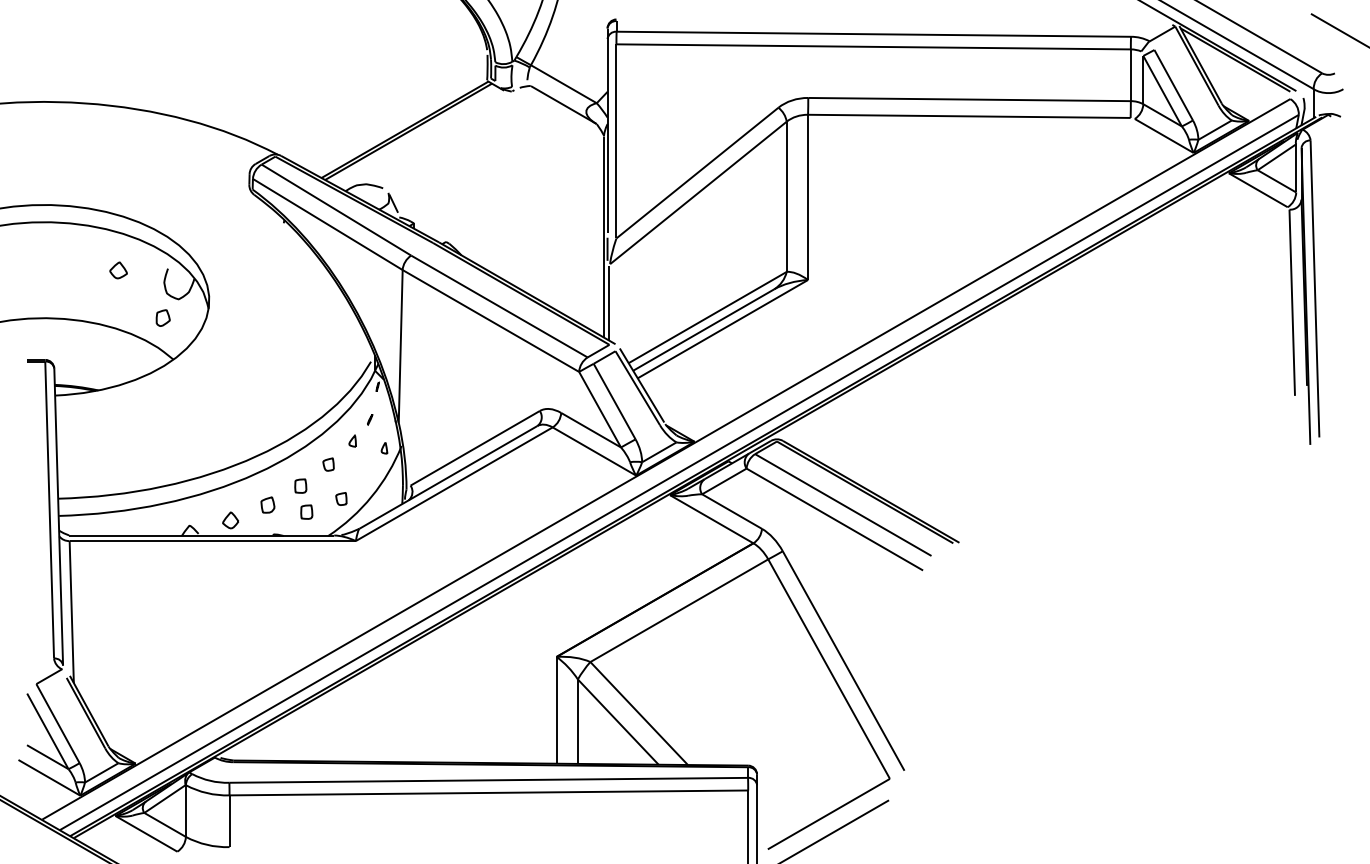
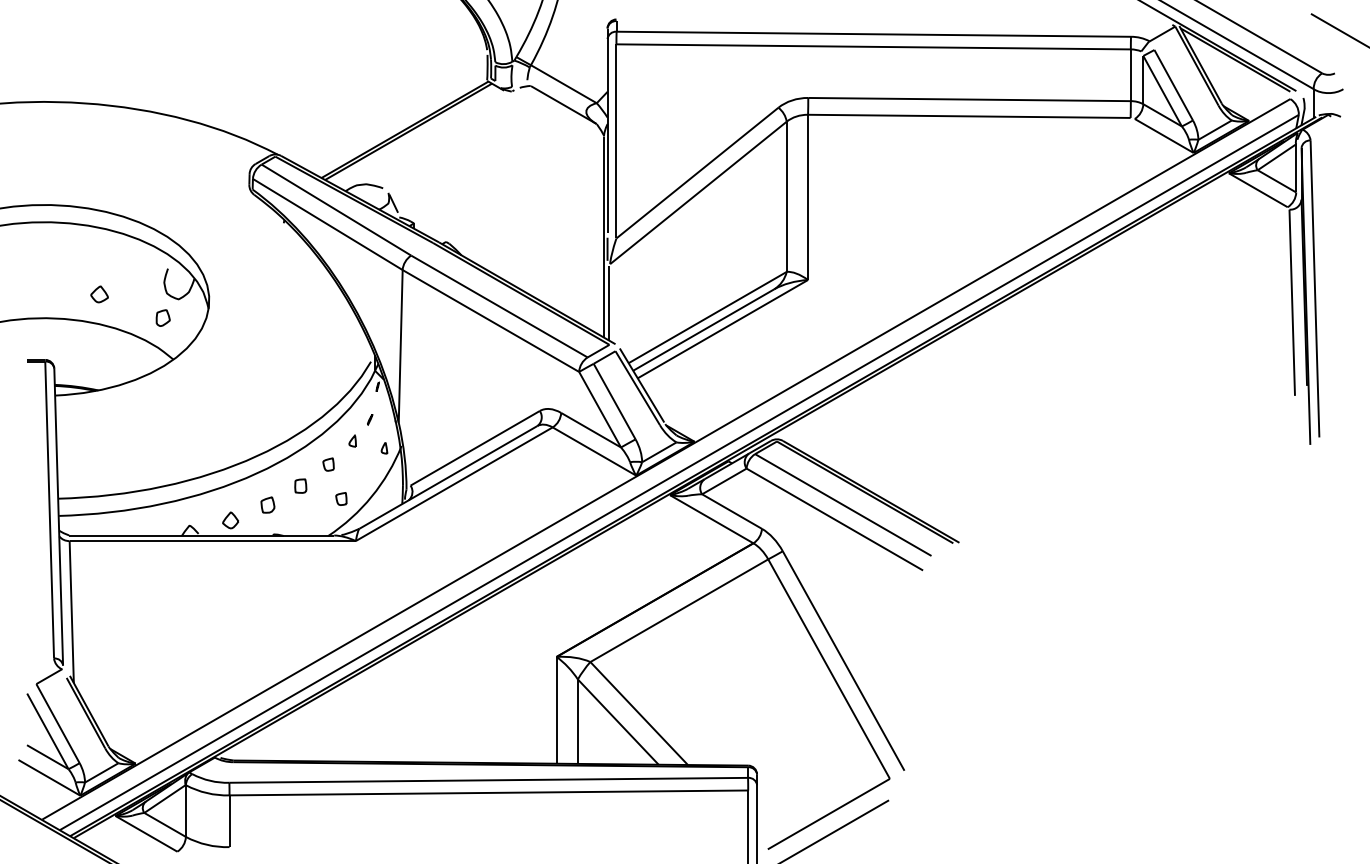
part at (118, 270) position: (118, 270) -> (99, 294)
part at (306, 511): present -> none
